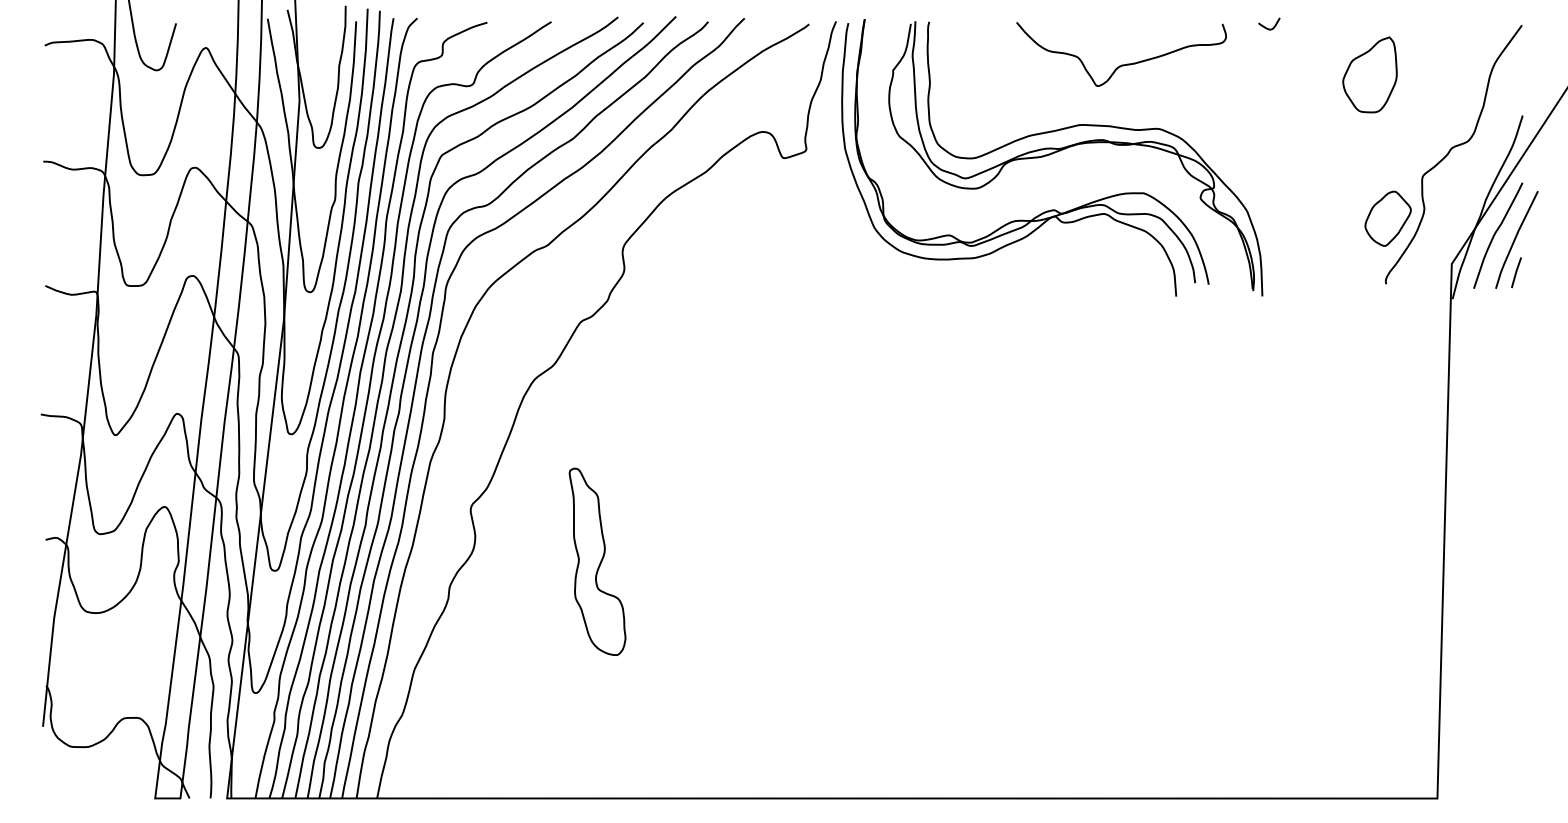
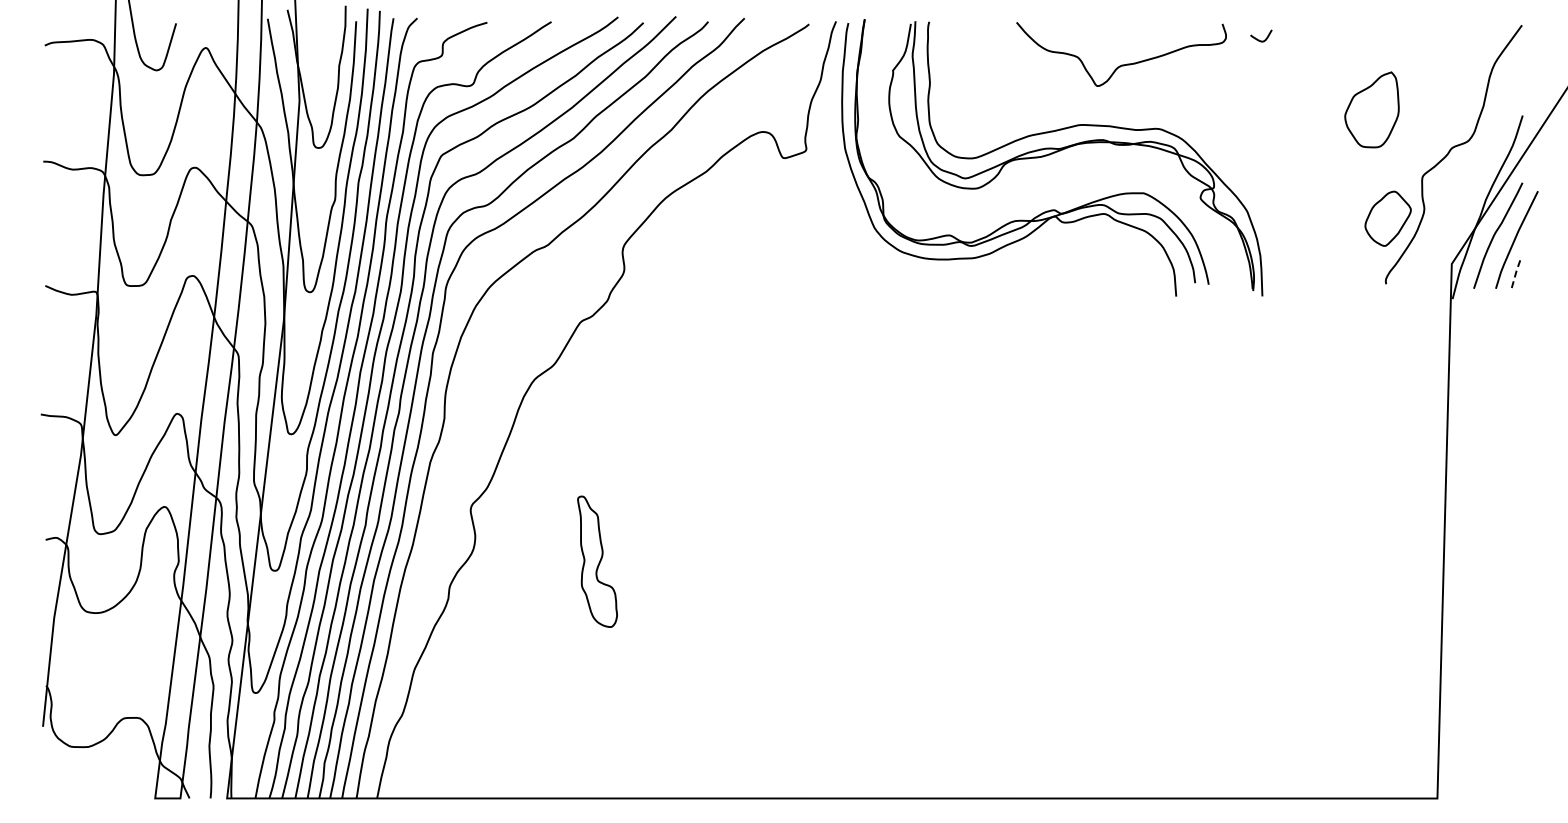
curve at (1267, 27) position: (1267, 27) -> (1259, 39)
part at (1369, 74) position: (1369, 74) -> (1371, 109)
line at (1516, 271): solid -> dashed
part at (597, 561) size: 59x189 px -> 41x133 px
